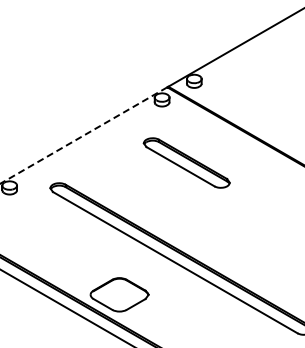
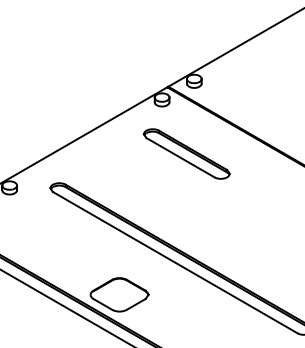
line at (84, 135): dashed -> solid
part at (186, 162) position: (186, 162) -> (186, 153)
